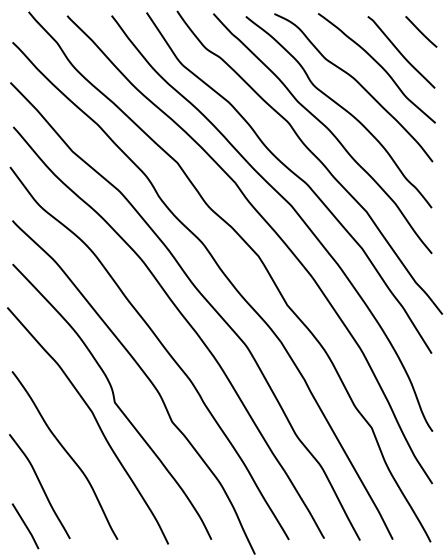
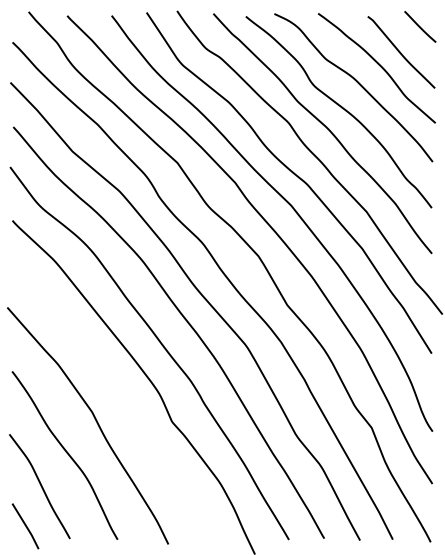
line at (421, 31) position: (421, 31) -> (420, 26)
curve at (113, 401): present -> none
